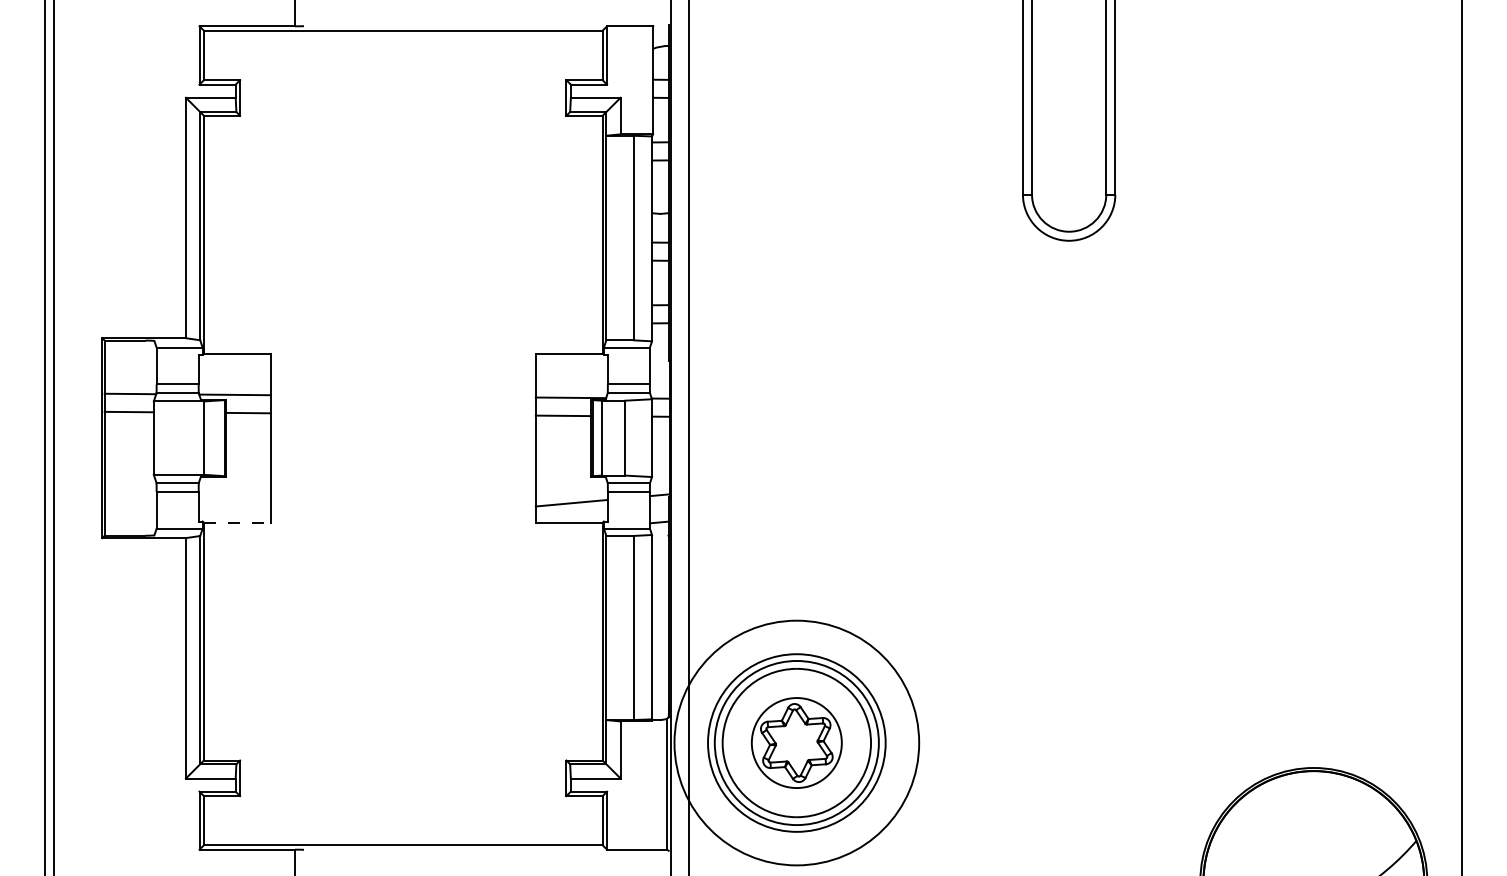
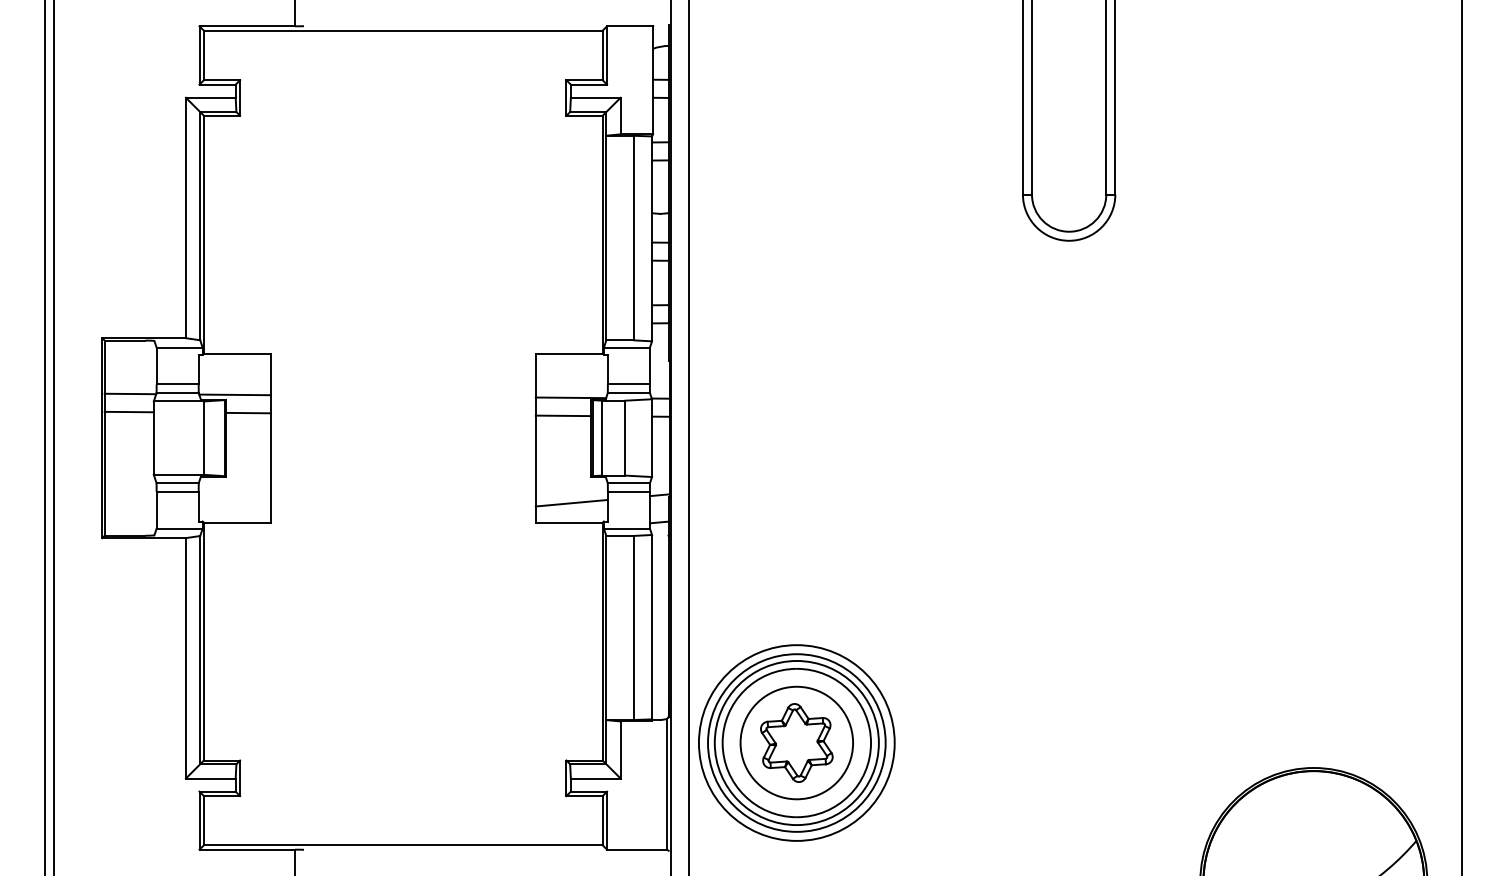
line at (237, 522): dashed -> solid
circle at (796, 742) diameter: 245 px -> 196 px
circle at (796, 743) diameter: 90 px -> 113 px
